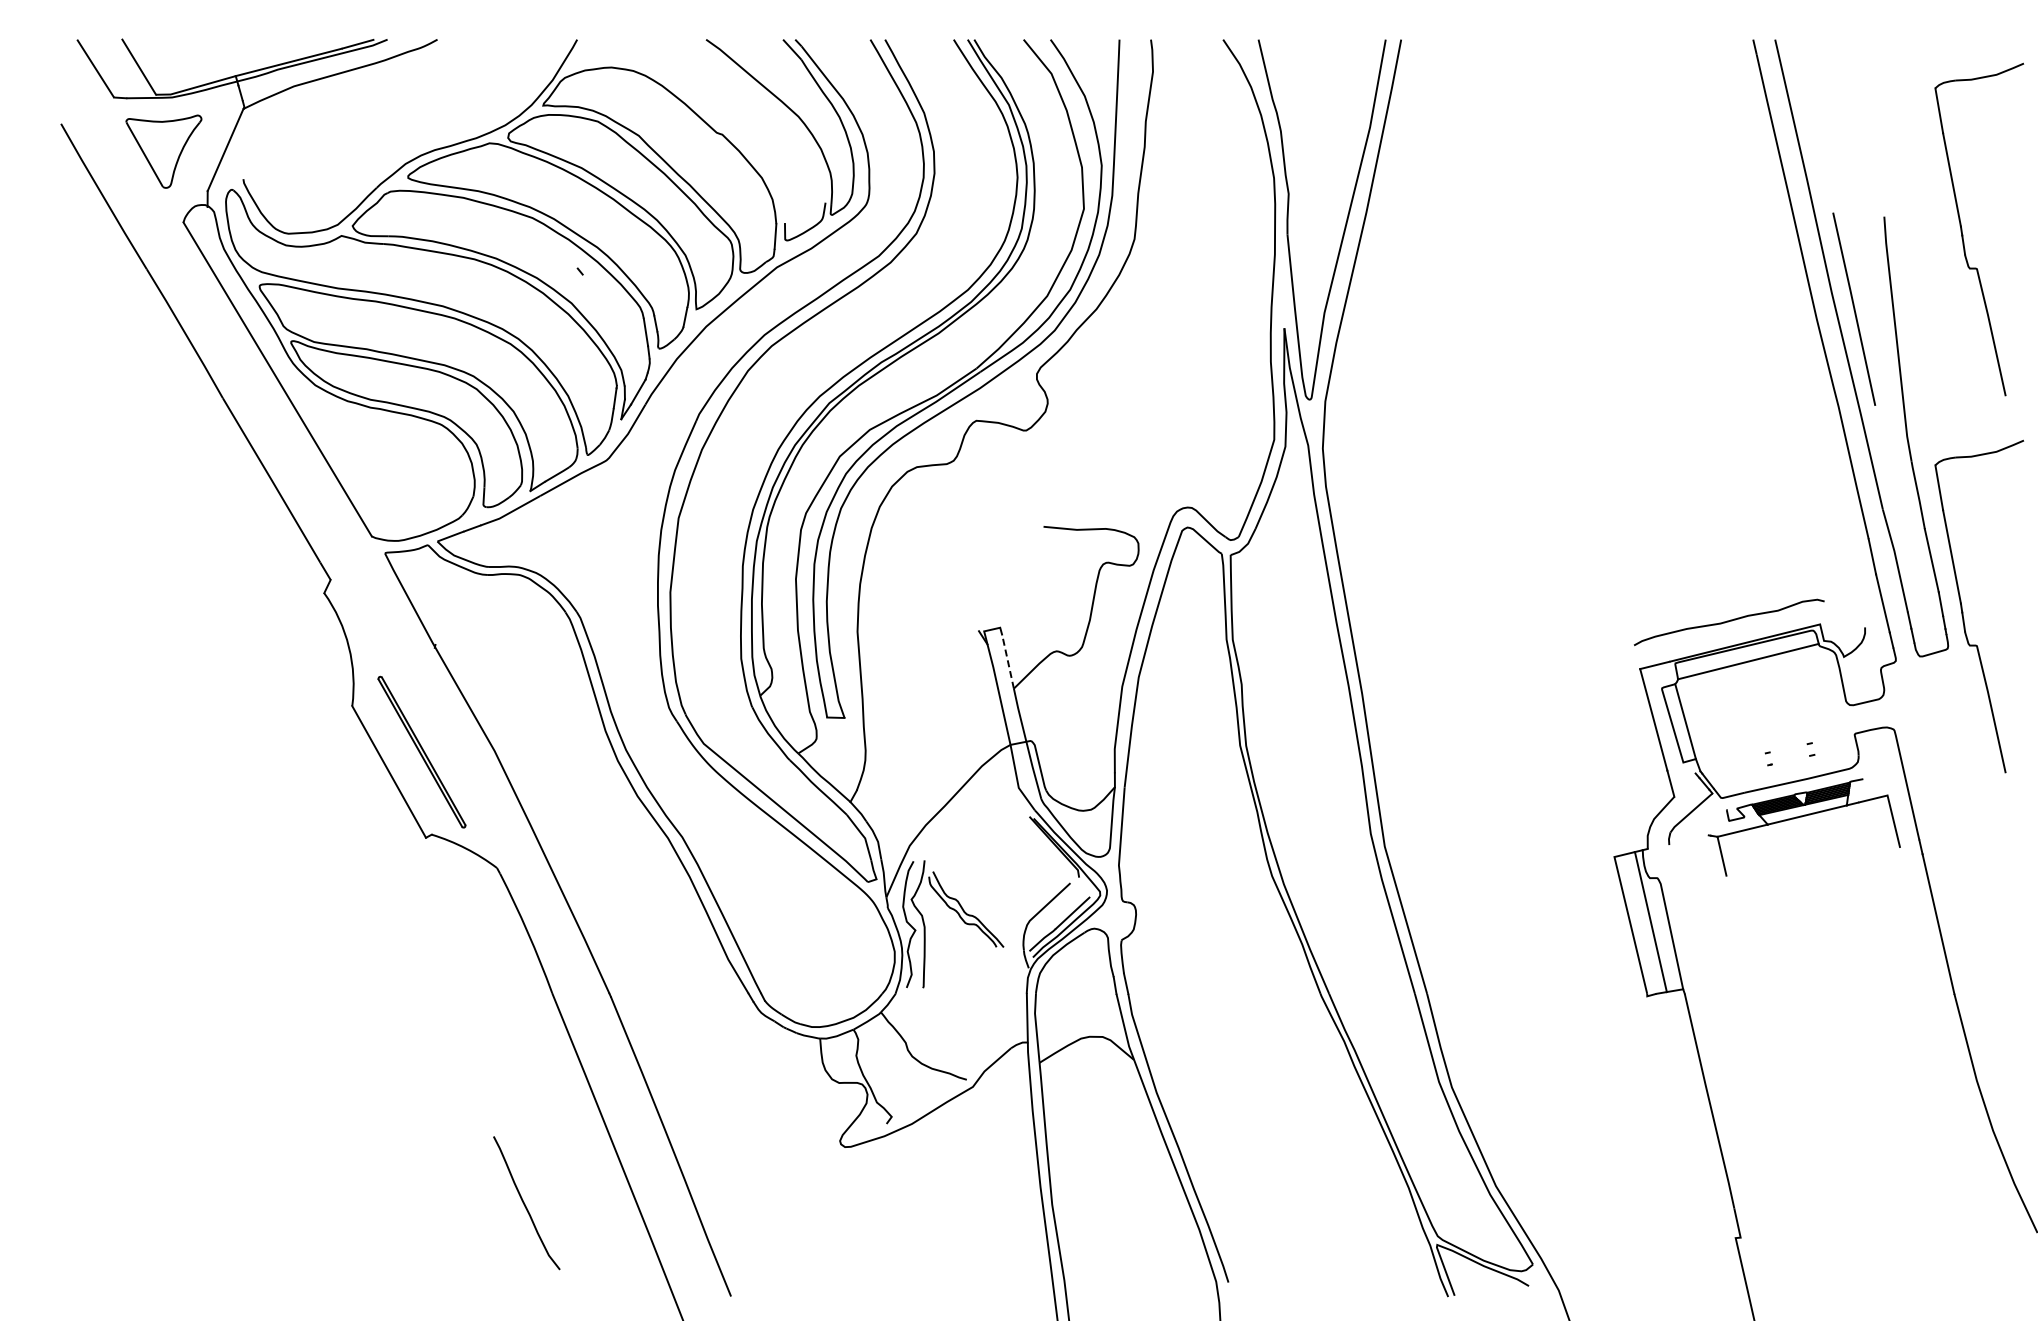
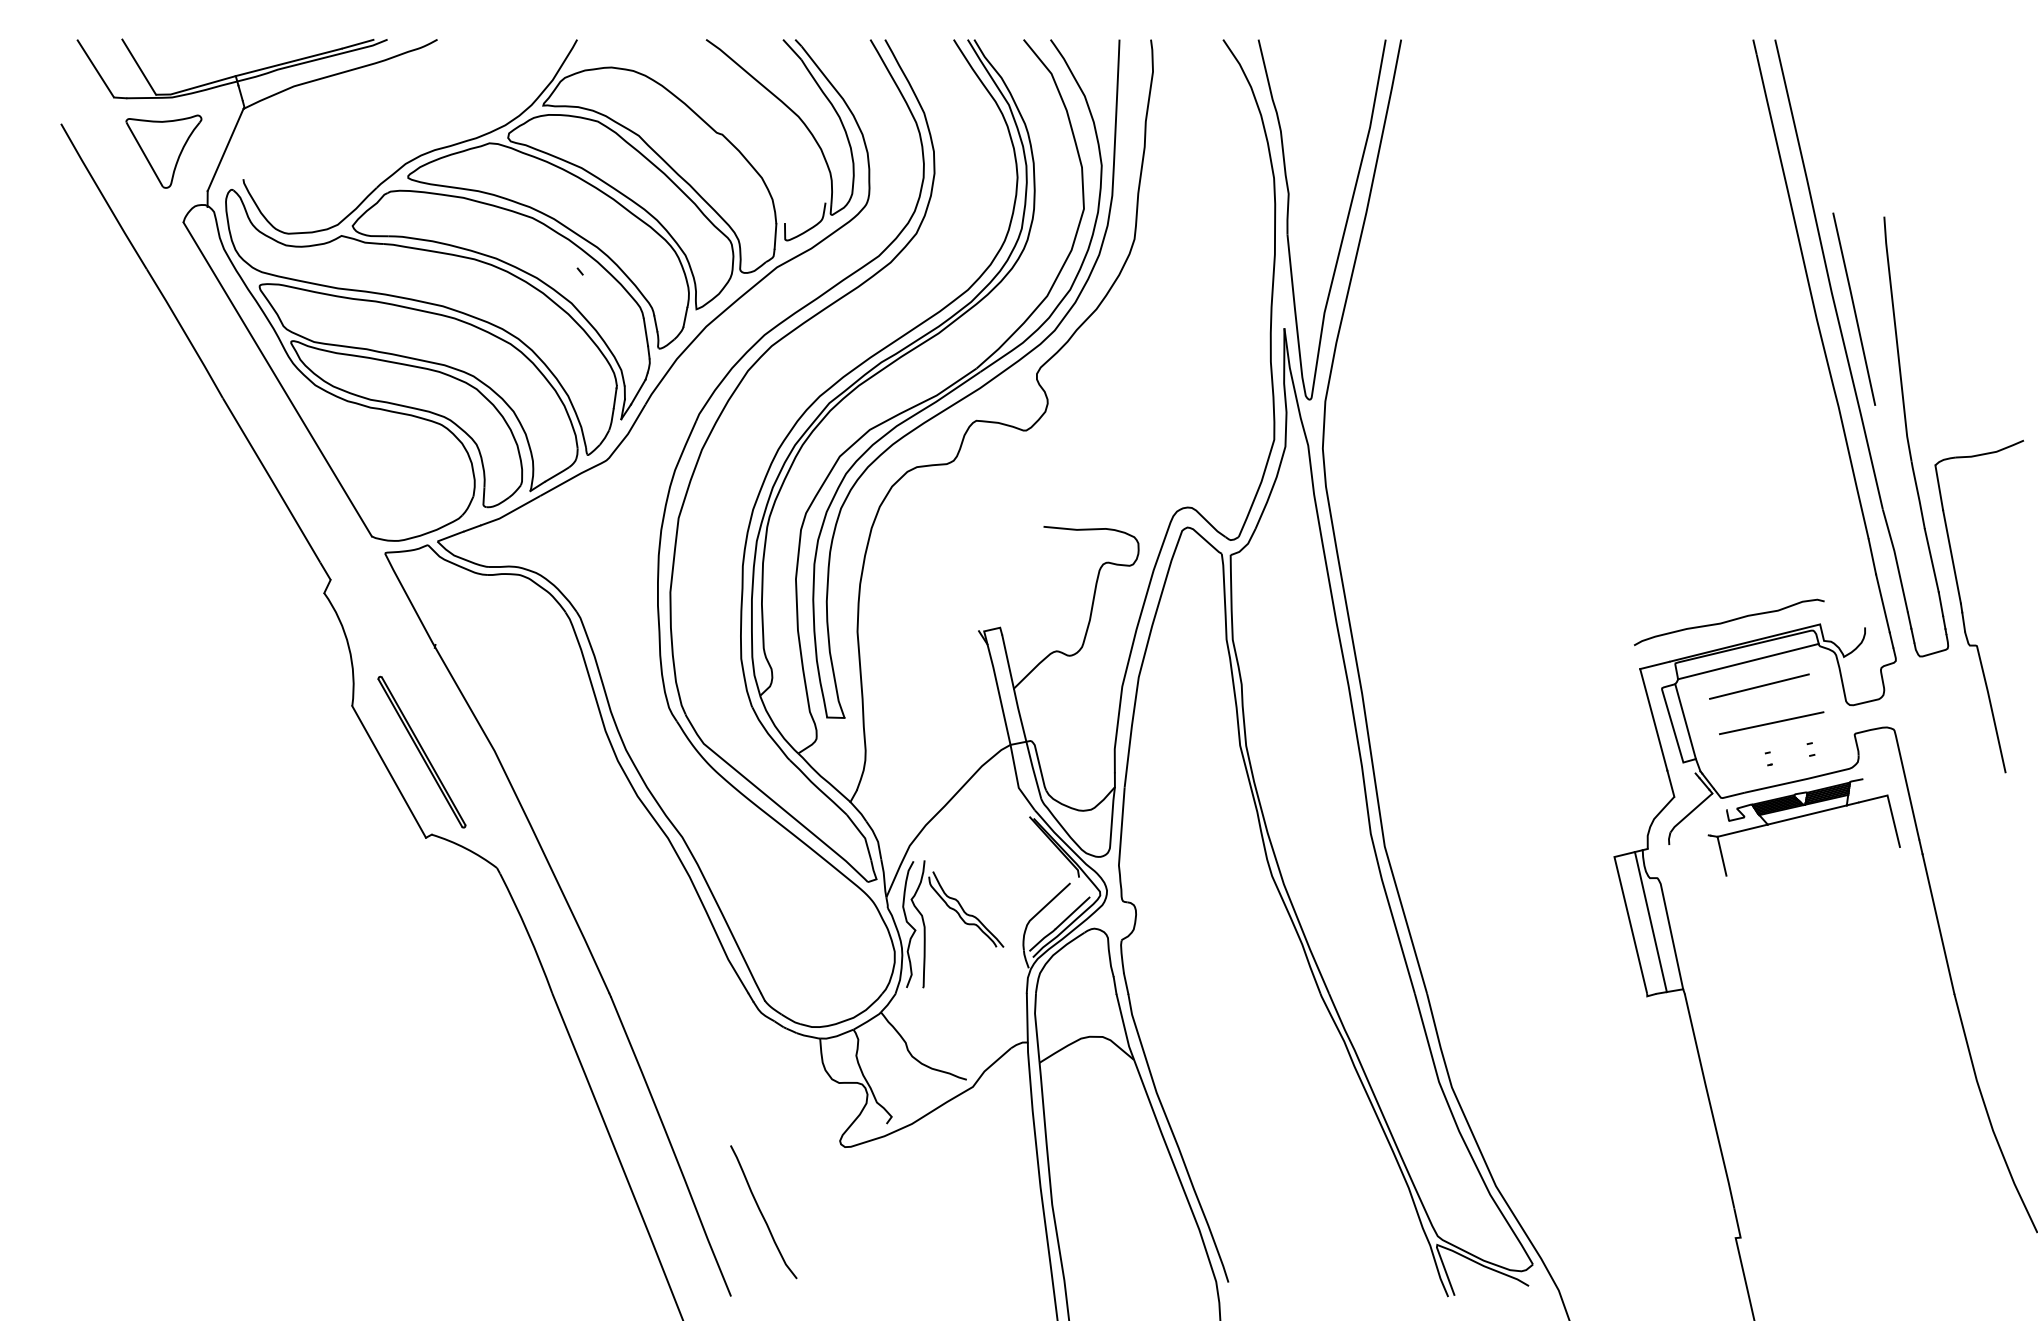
part at (1963, 234): present -> none
line at (1008, 661): dashed -> solid
line at (1759, 686): none -> present
line at (1771, 723): none -> present
curve at (525, 1204) position: (525, 1204) -> (762, 1213)
